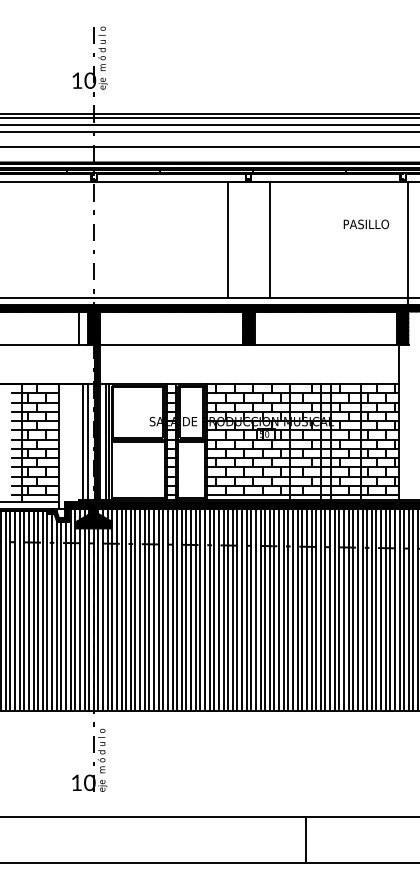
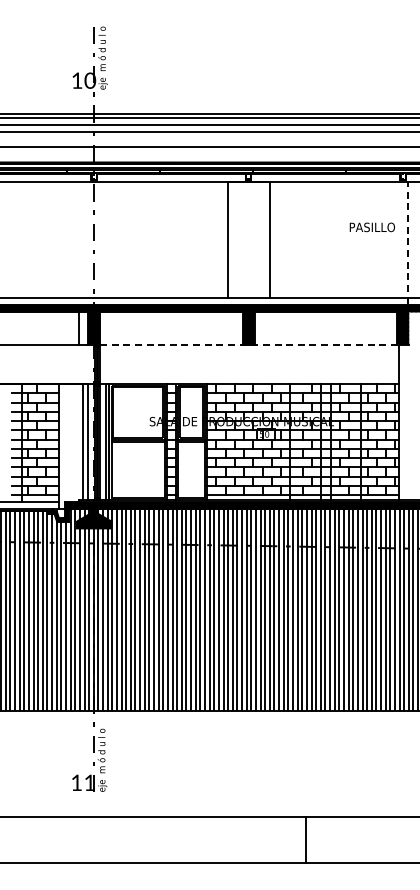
text at (365, 224) position: (365, 224) -> (371, 227)
line at (407, 243): solid -> dashed
line at (249, 344): solid -> dashed
text at (89, 782): 10 -> 11
